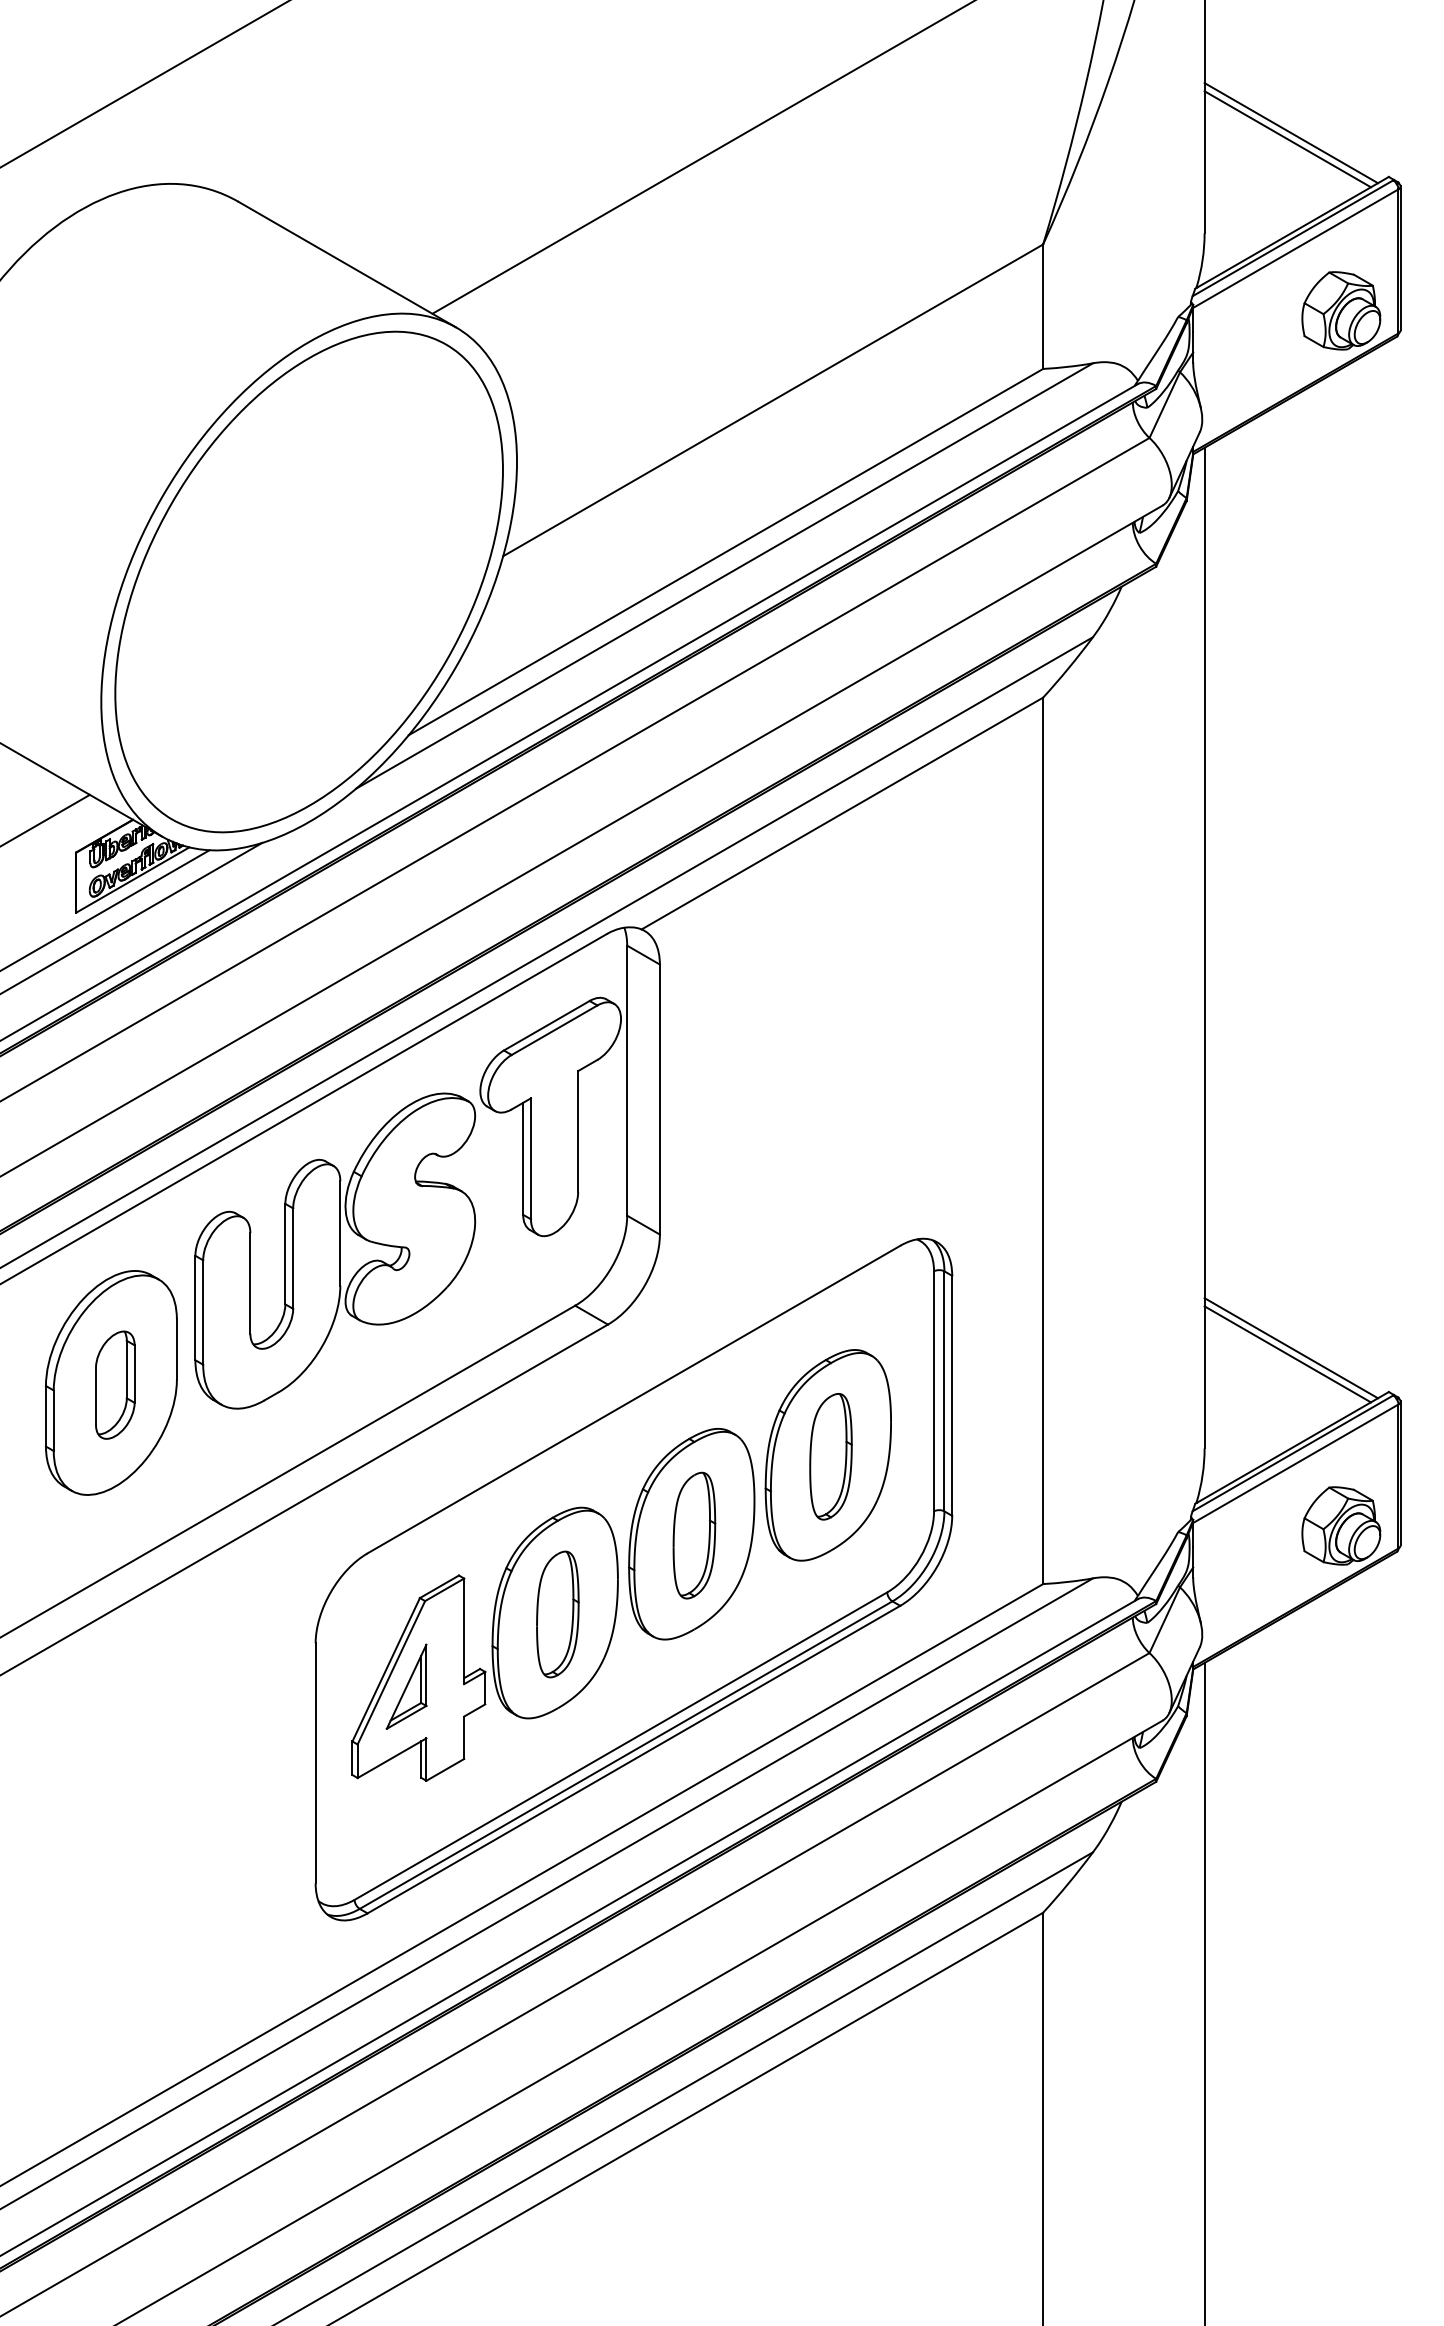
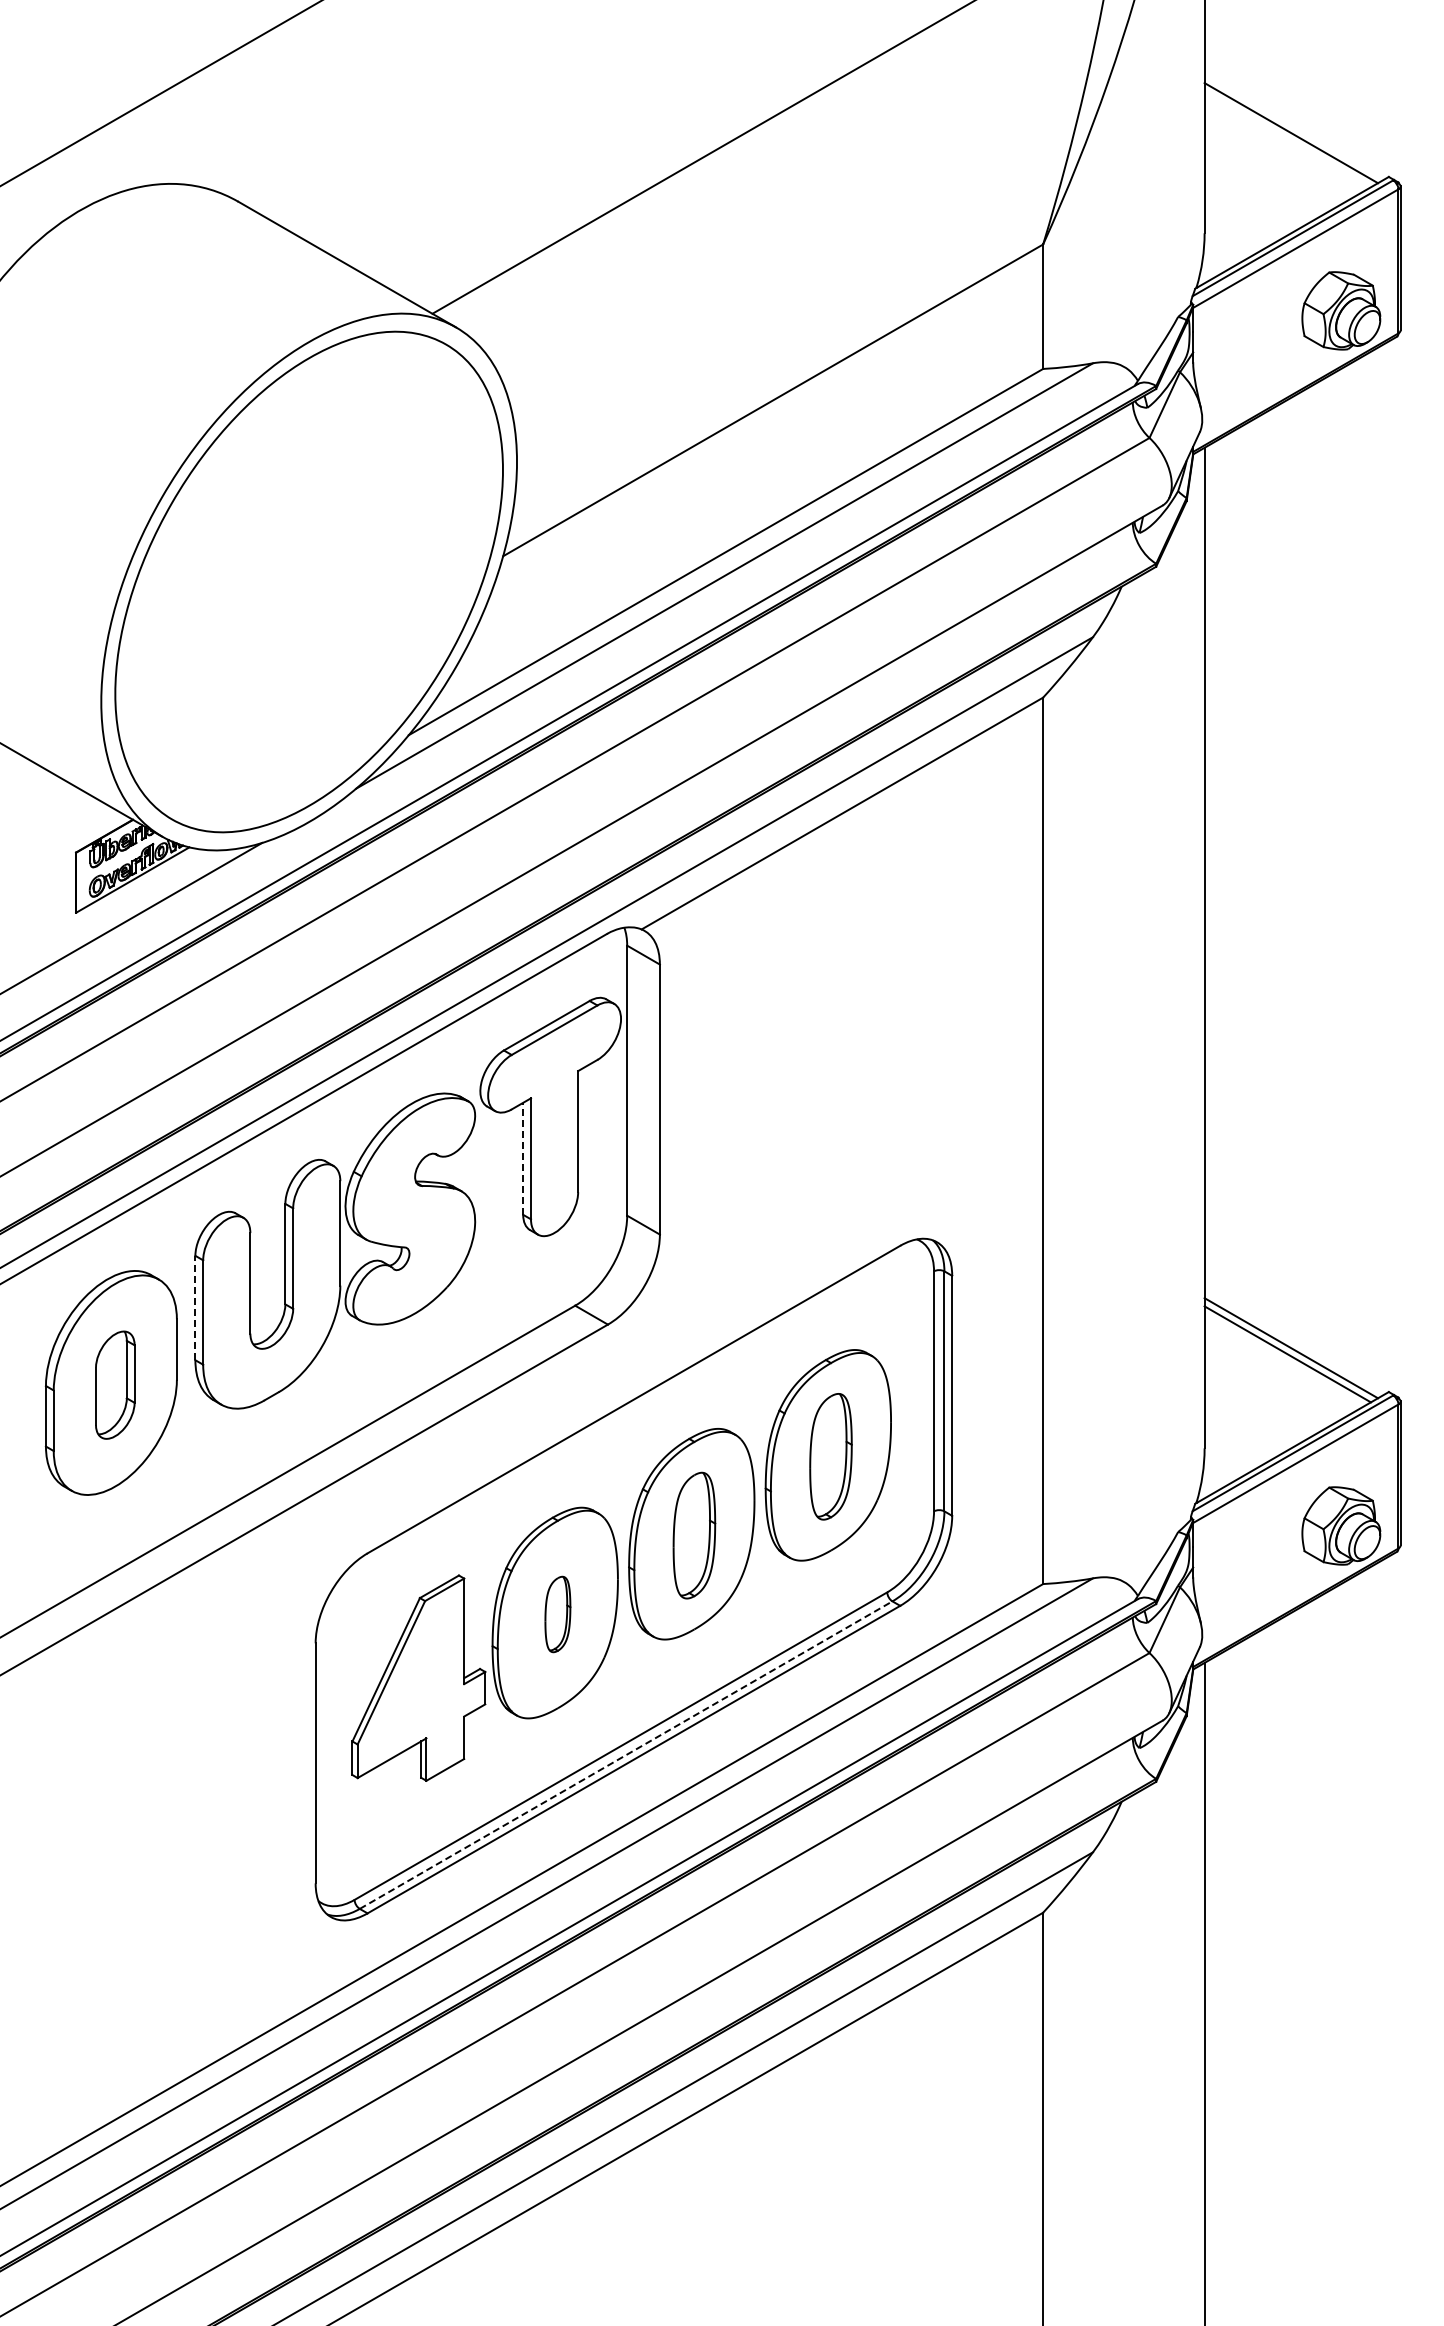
line at (144, 84) position: (144, 84) -> (160, 93)
line at (1287, 139): present -> none
line at (45, 819): present -> none
line at (105, 909): present -> none
line at (523, 1158): solid -> dashed
line at (195, 1307): solid -> dashed
part at (557, 1614) size: 44x129 px -> 28x79 px
part at (406, 1686): present -> none
line at (626, 1755): solid -> dashed
